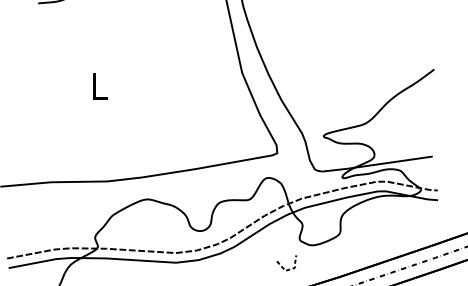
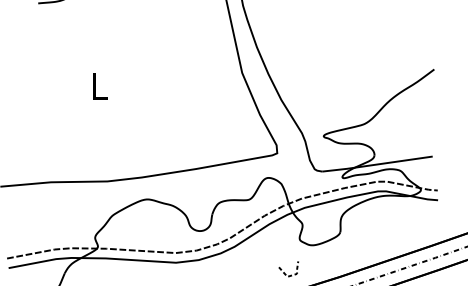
line at (282, 266) position: (282, 266) -> (284, 272)
